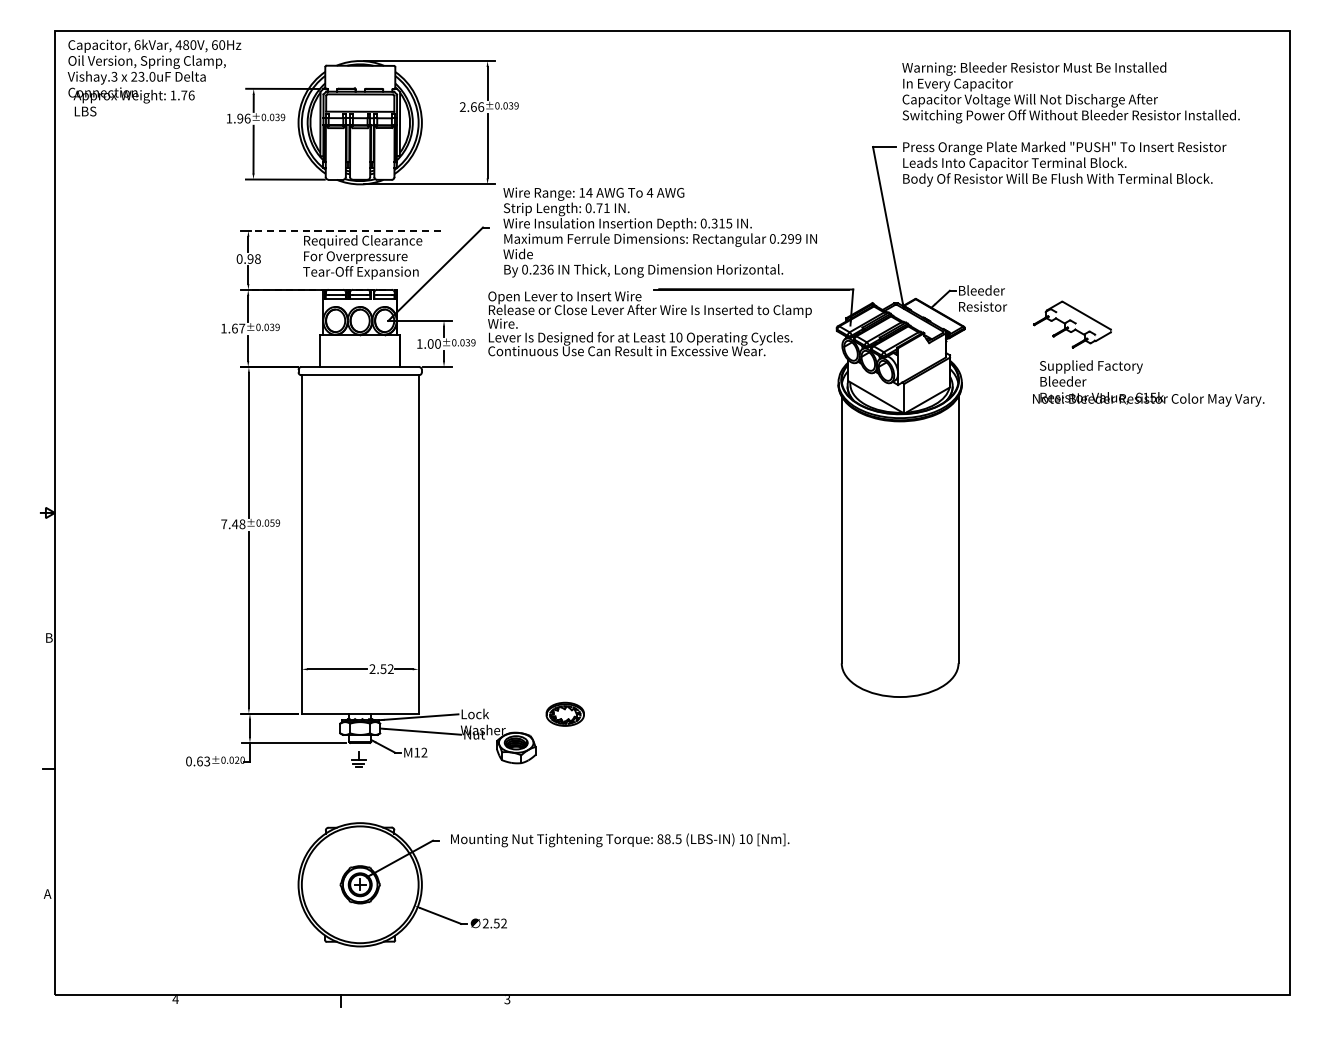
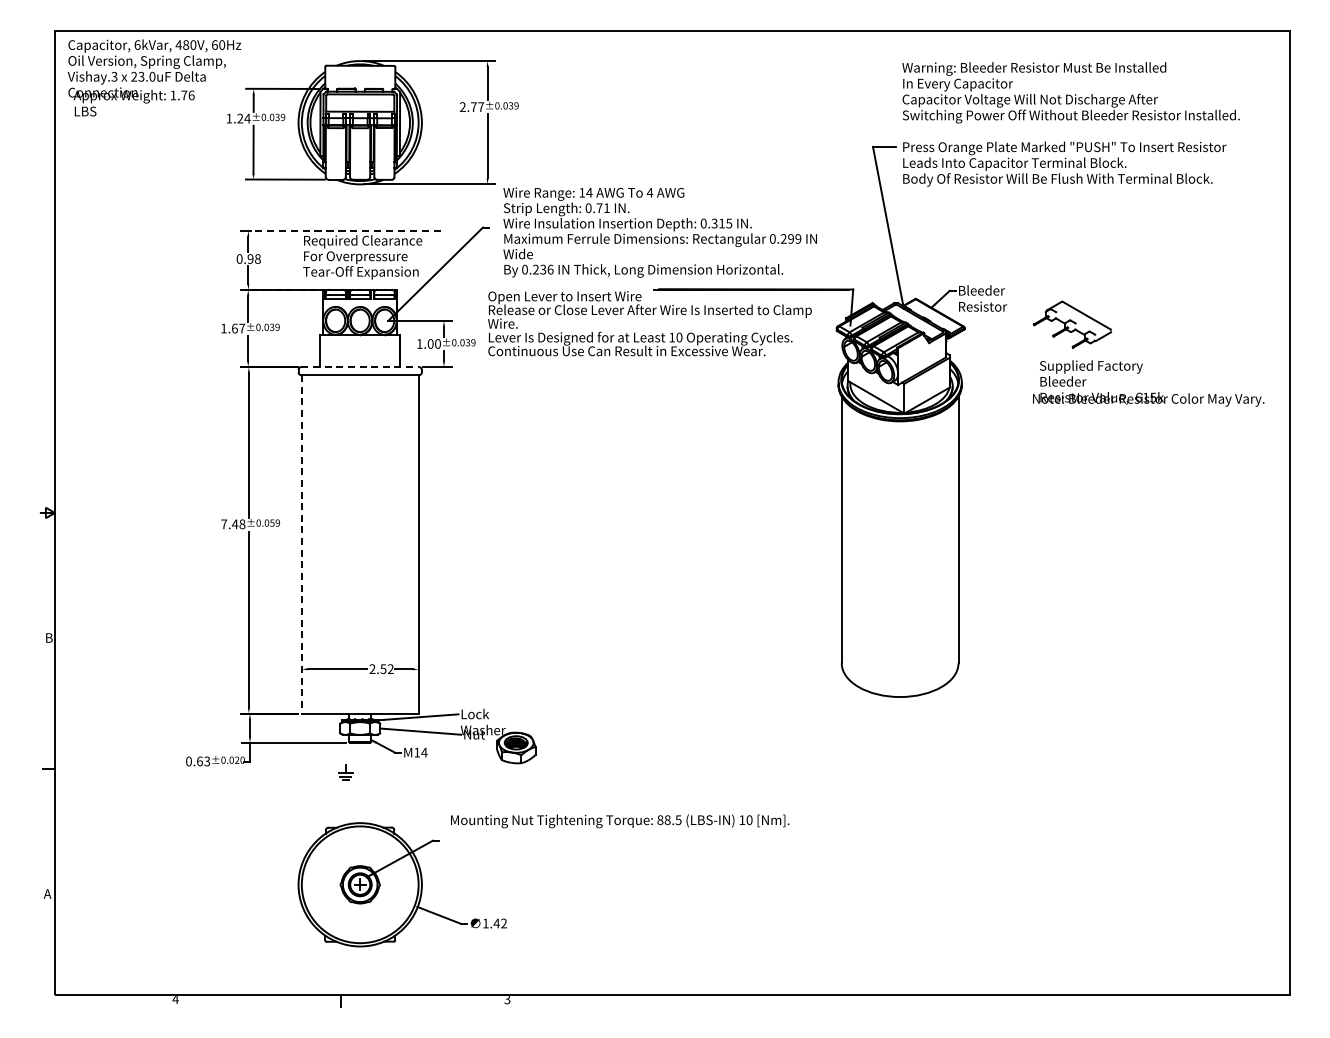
text at (477, 106): 2.66 -> 2.77
text at (243, 118): 1.96 -> 1.24
line at (360, 367): solid -> dashed
line at (301, 544): solid -> dashed
part at (564, 713): present -> none
text at (424, 752): M12 -> M14
part at (358, 759) position: (358, 759) -> (345, 772)
text at (620, 840) position: (620, 840) -> (620, 821)
text at (491, 923): 2.52 -> 1.42
